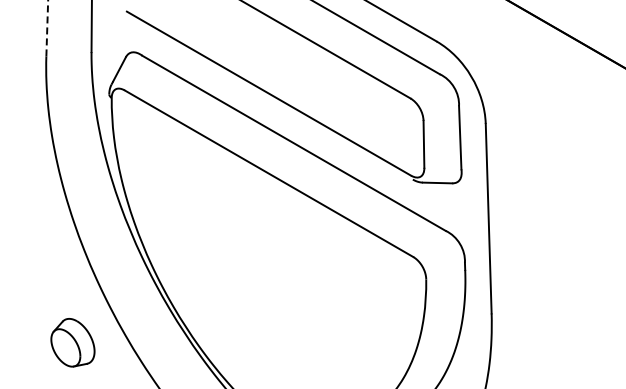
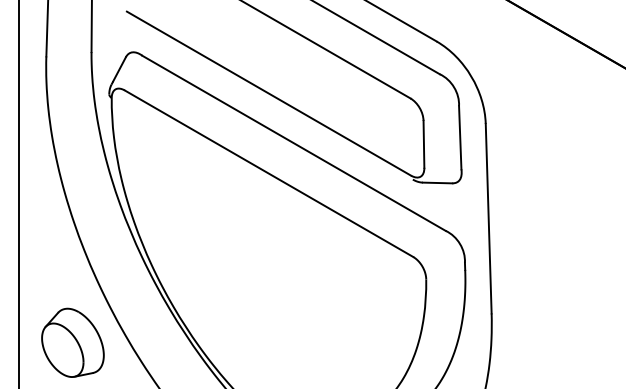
line at (47, 28): dashed -> solid
line at (18, 193): none -> present
part at (72, 342) size: 46x50 px -> 64x71 px
